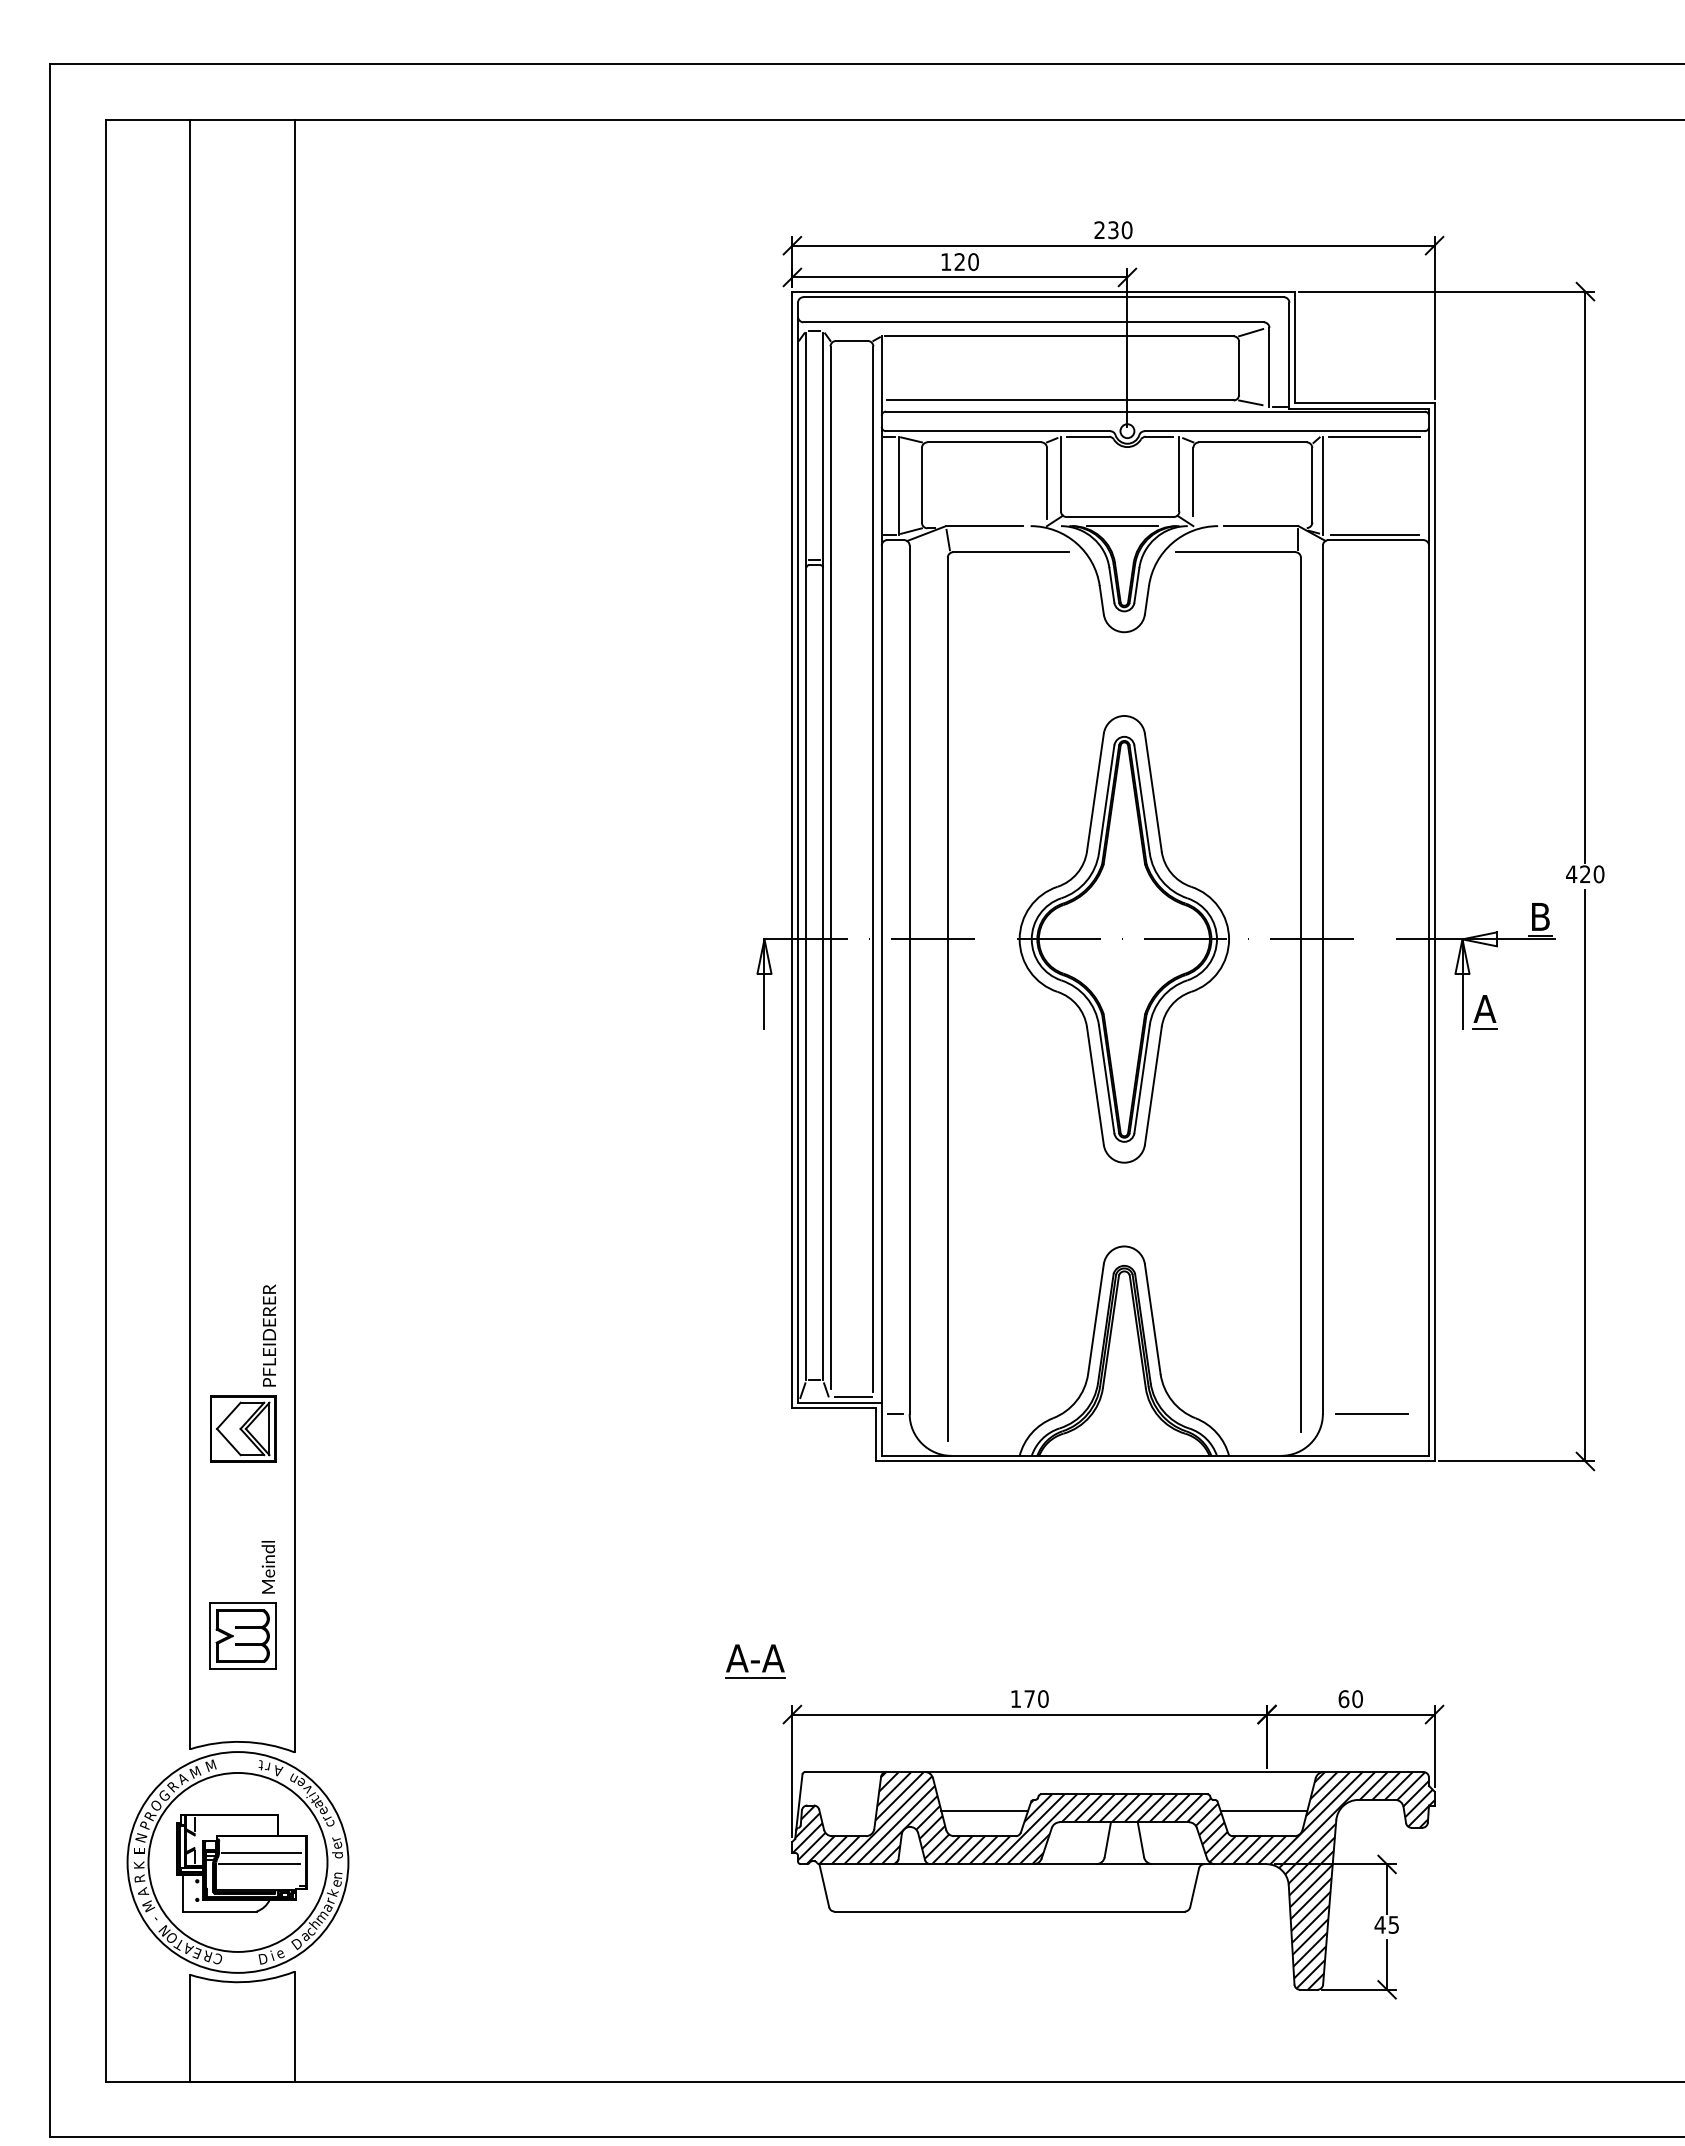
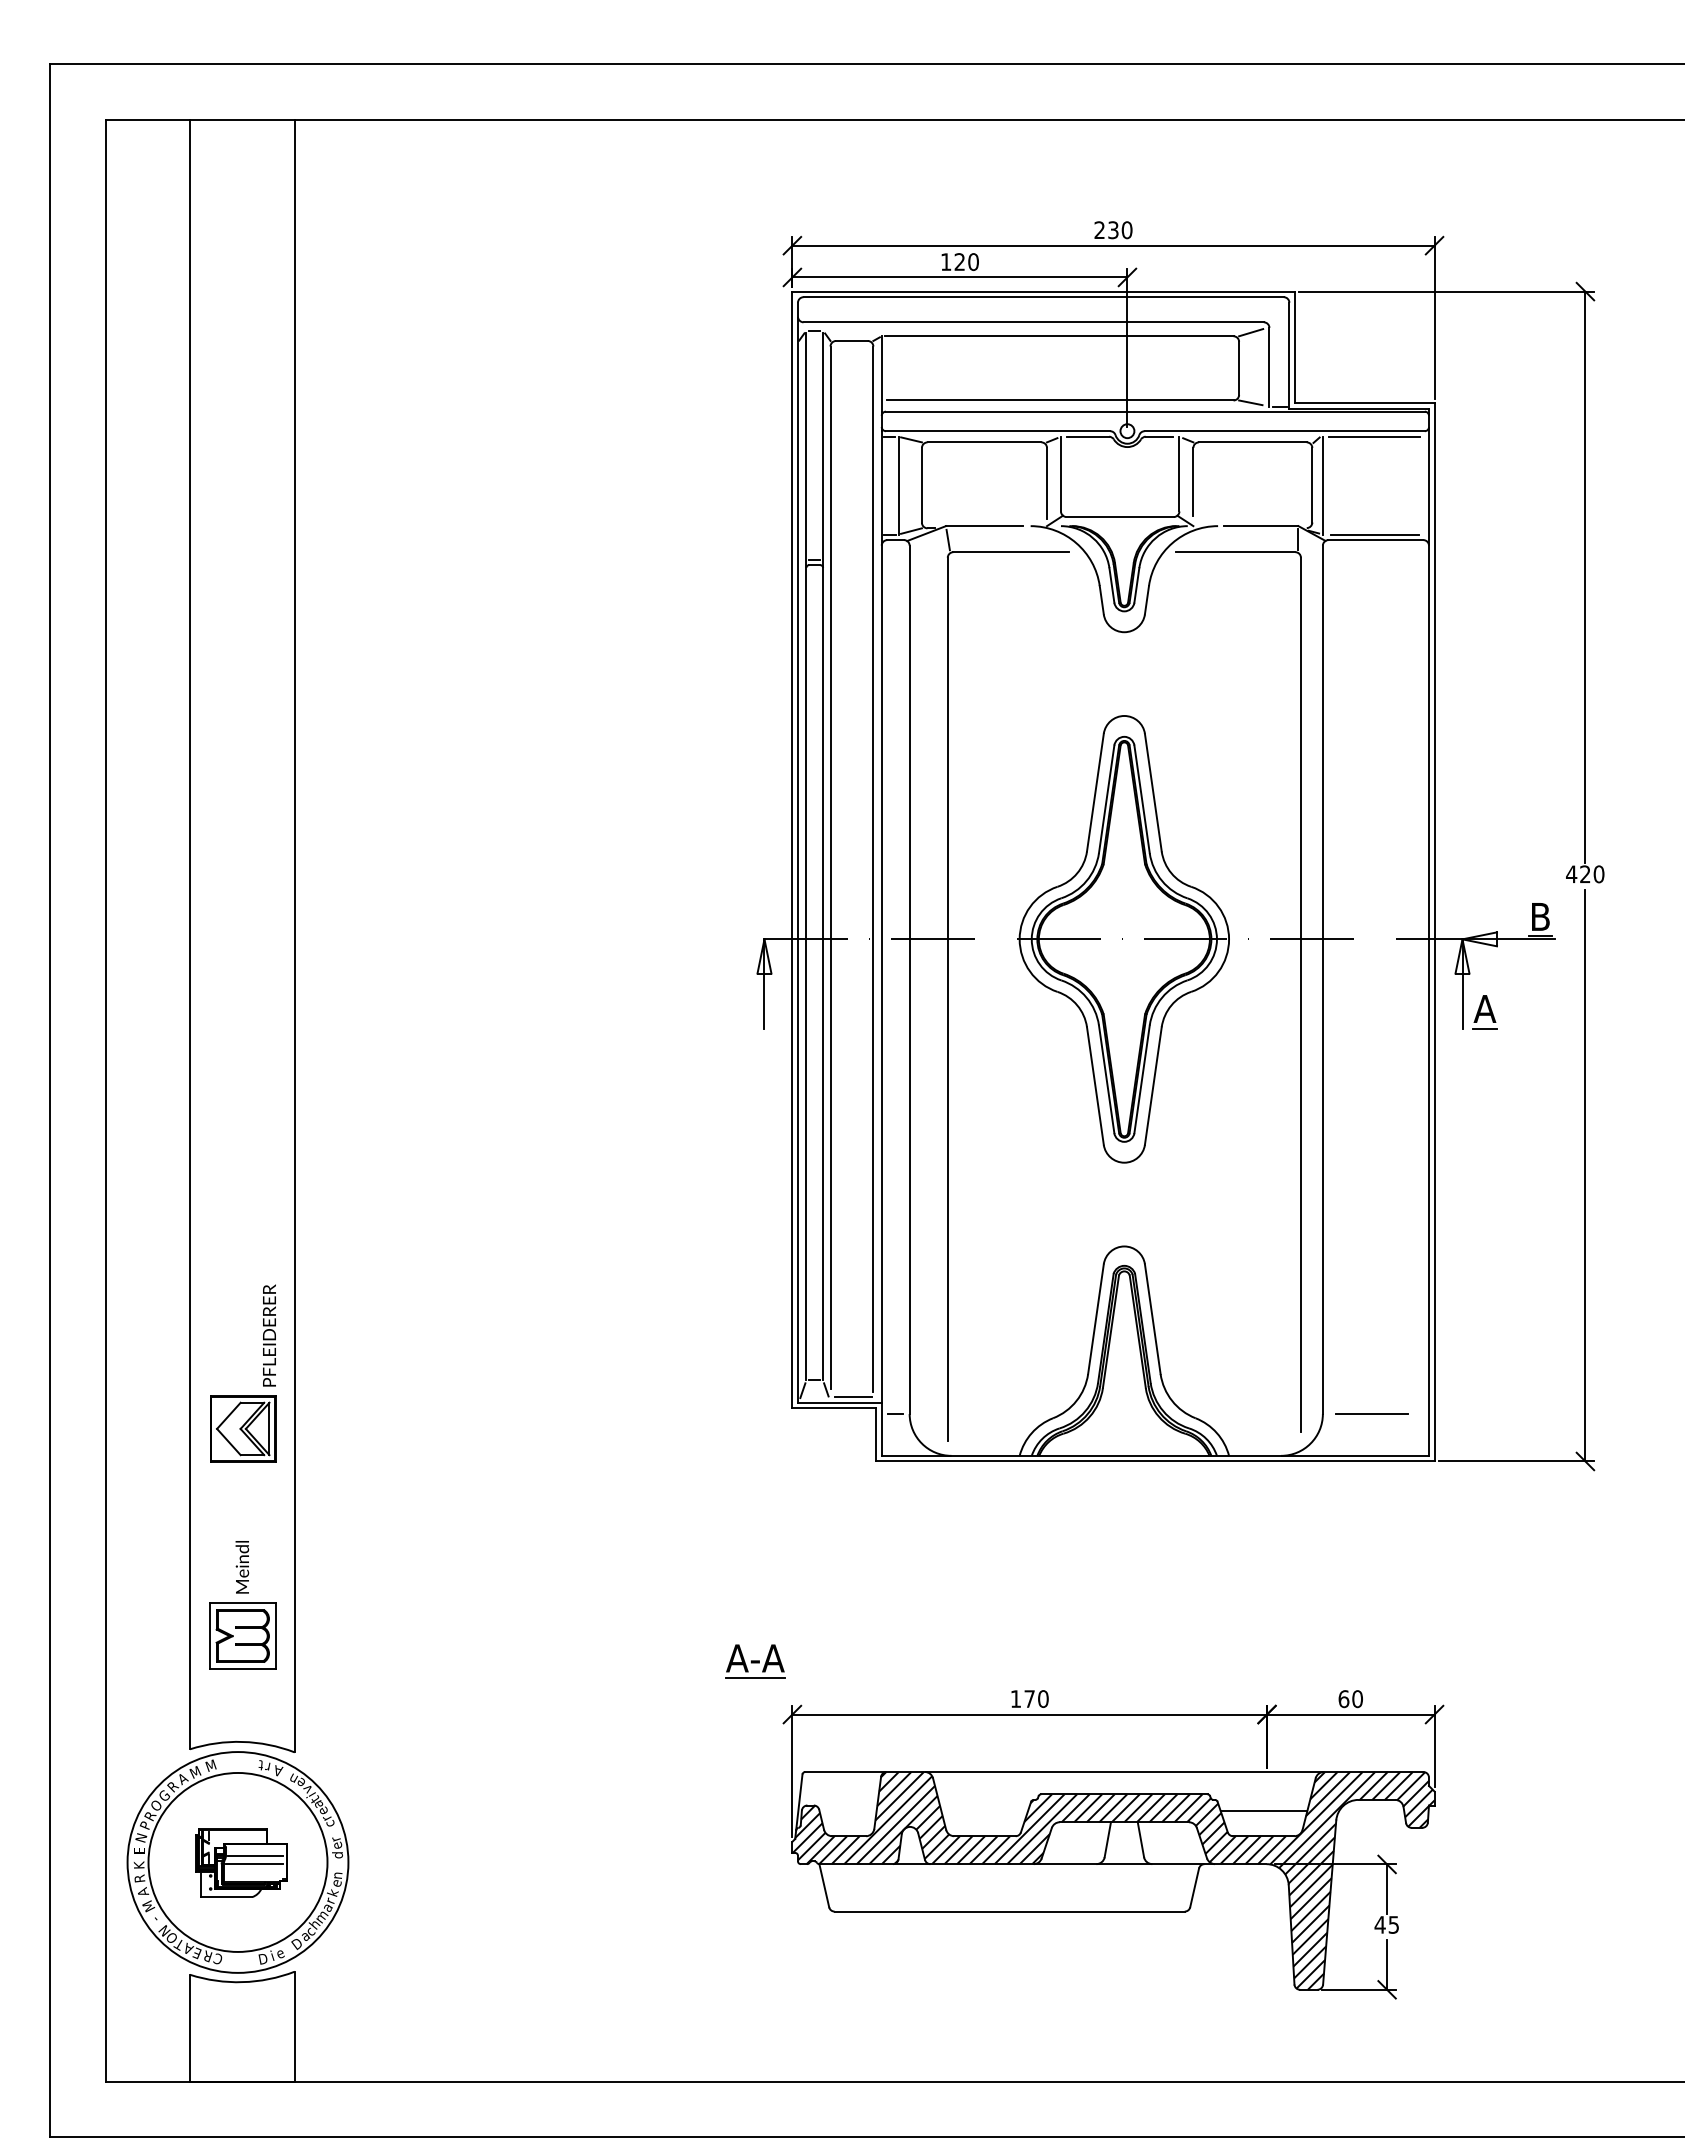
line at (1122, 526): present -> none
text at (268, 1567) position: (268, 1567) -> (242, 1567)
line at (984, 1811): present -> none
part at (241, 1863) size: 132x99 px -> 93x70 px
